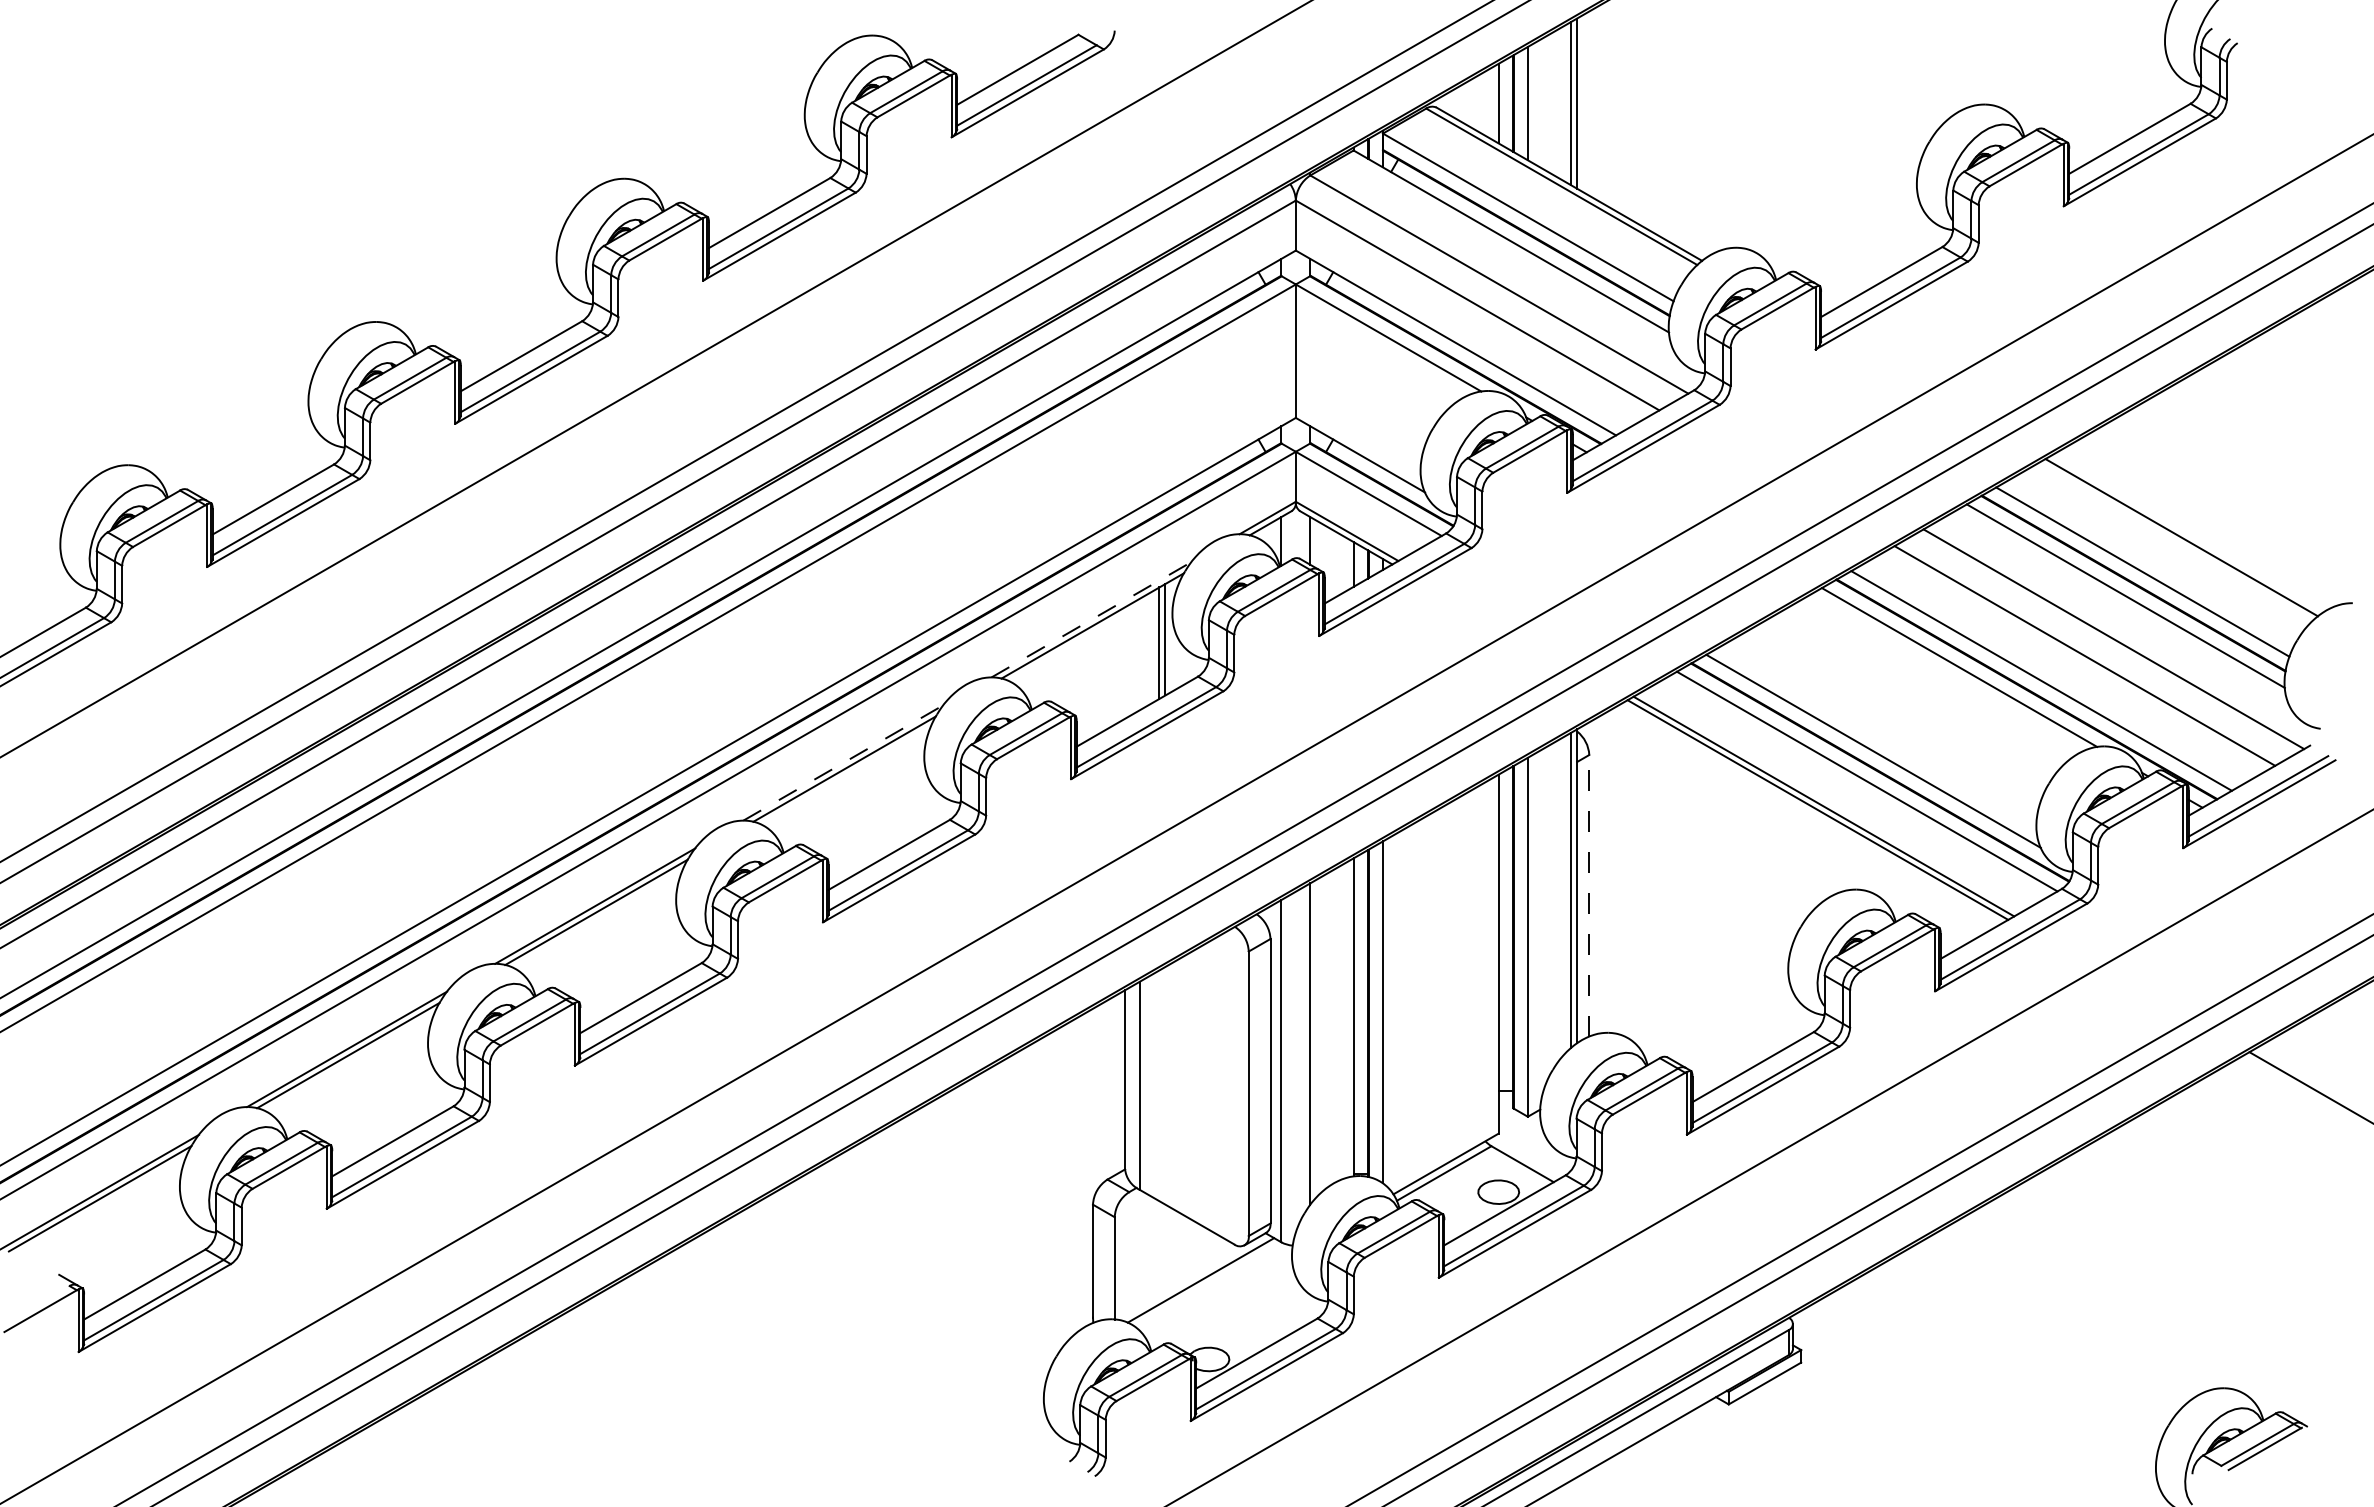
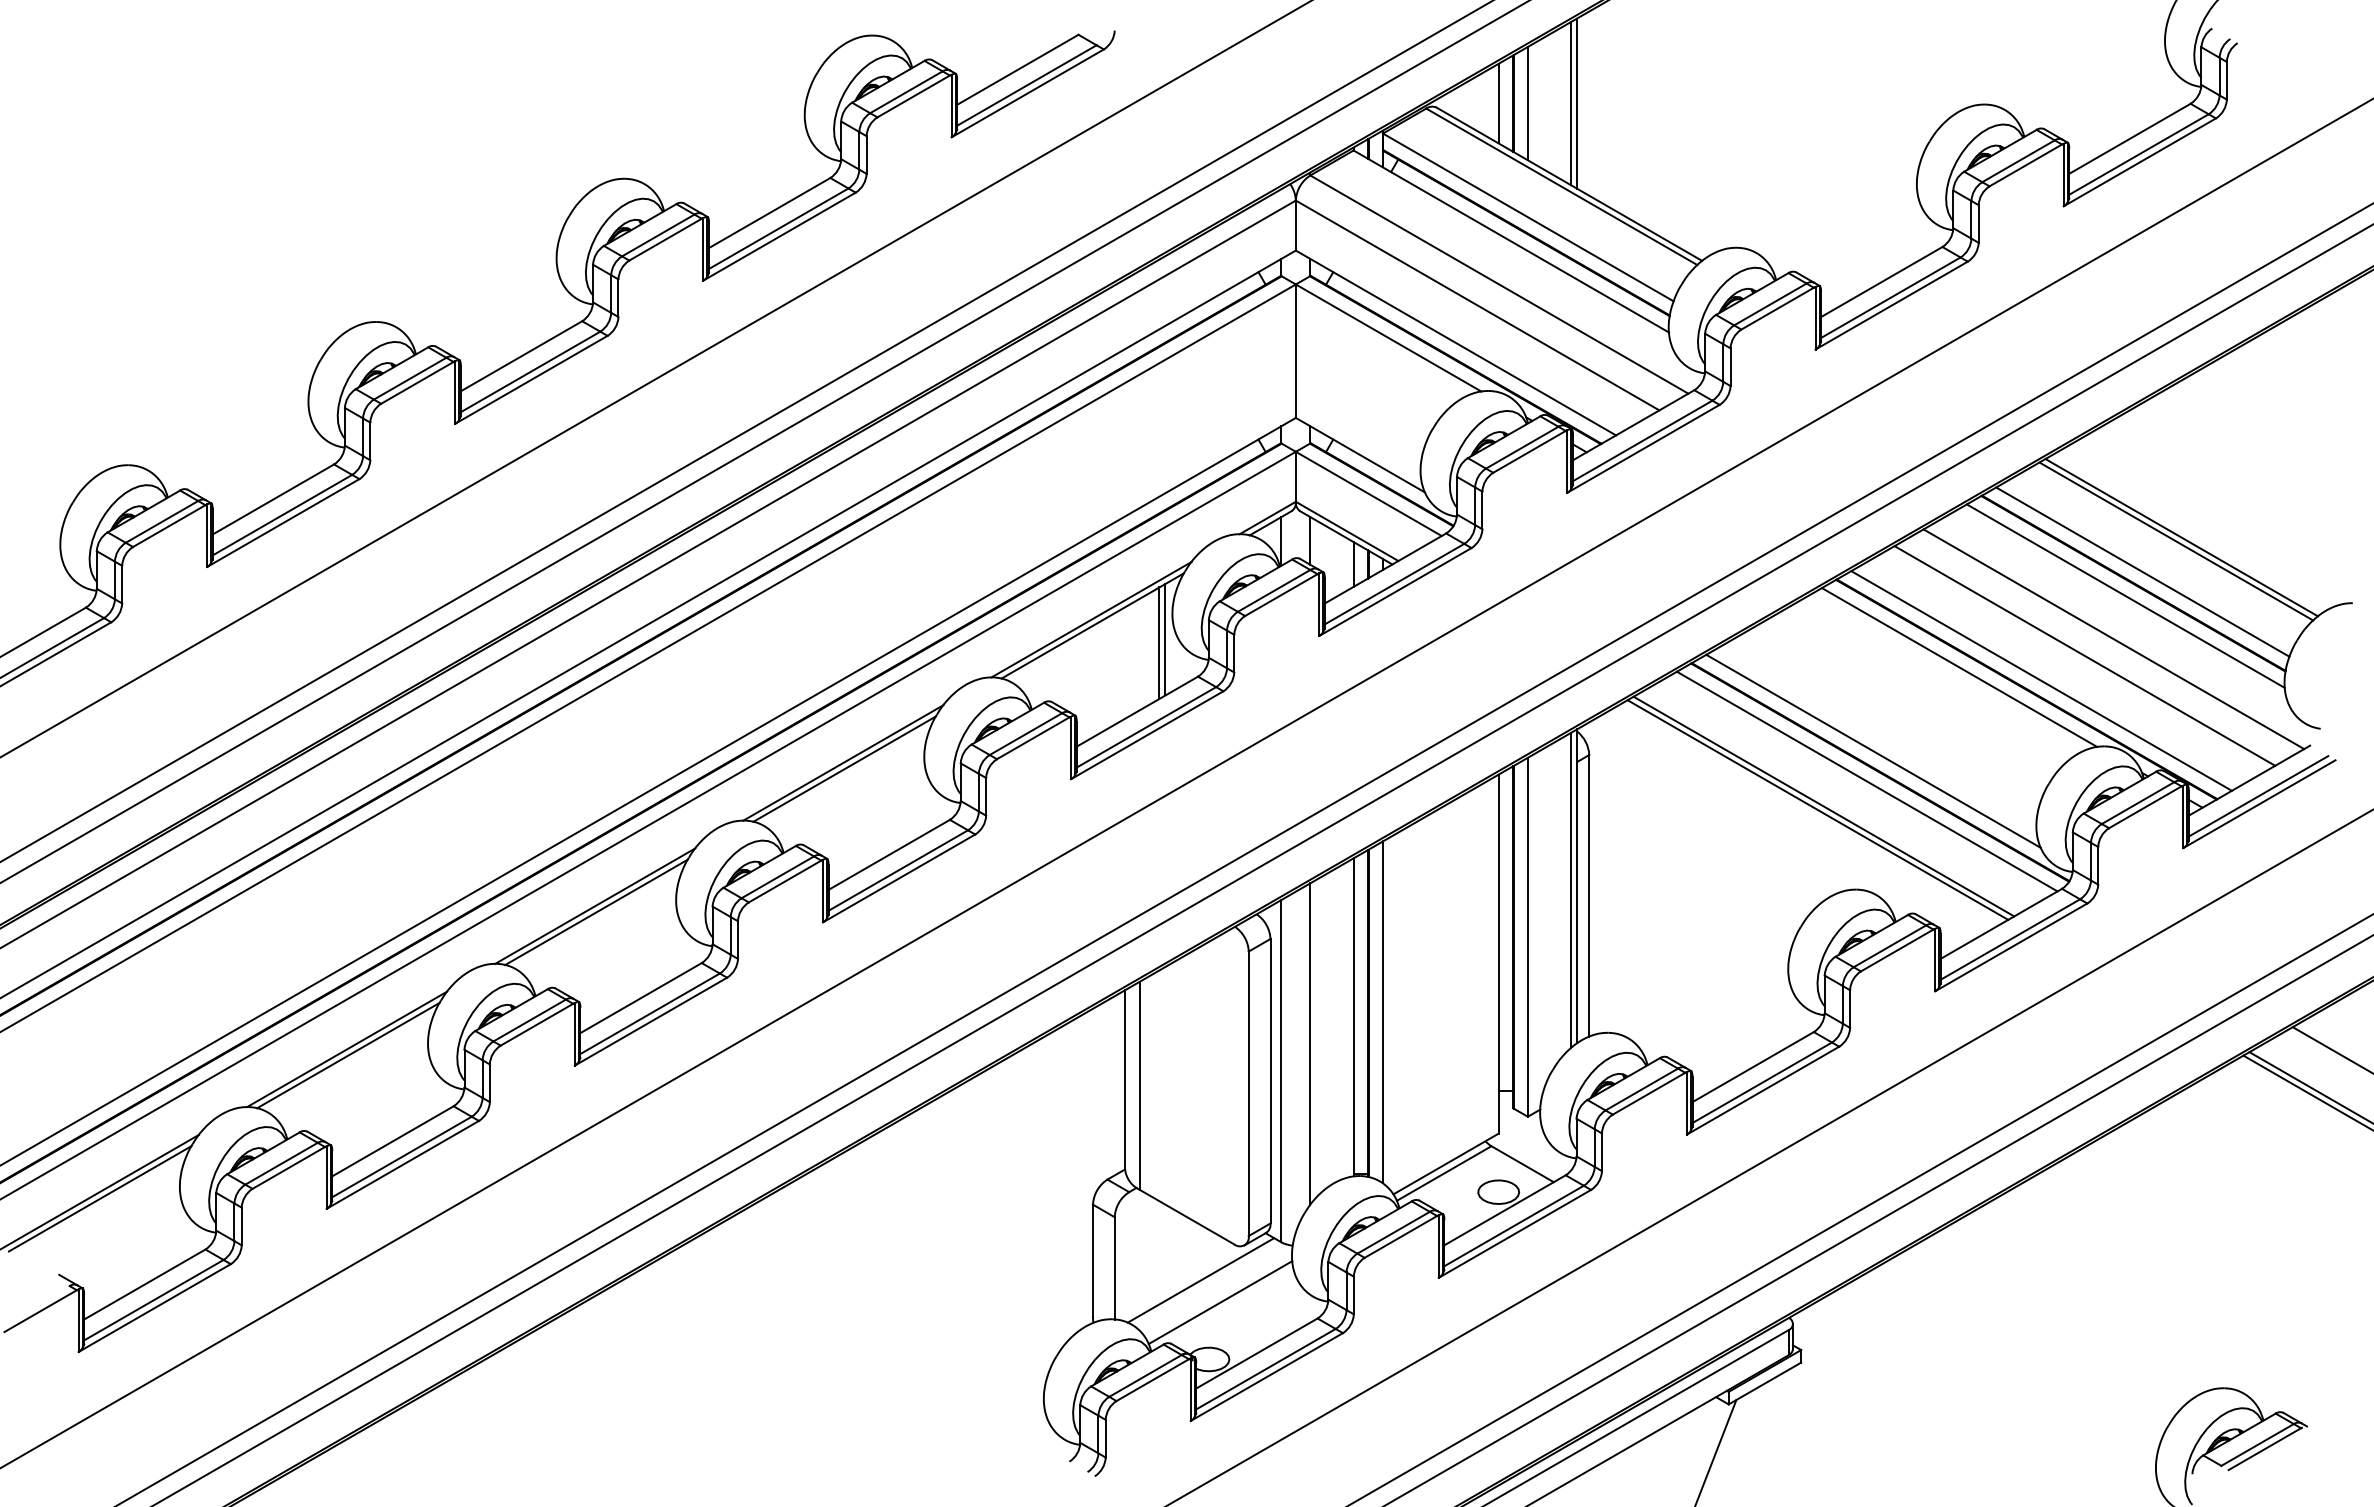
line at (2176, 541): none -> present
line at (1091, 619): dashed -> solid
line at (843, 762): dashed -> solid
line at (1186, 818) position: (1186, 818) -> (1186, 783)
line at (1589, 895): dashed -> solid
line at (2331, 1049): none -> present
line at (2306, 1092): none -> present
line at (1220, 1302): none -> present
line at (1716, 1451): none -> present
